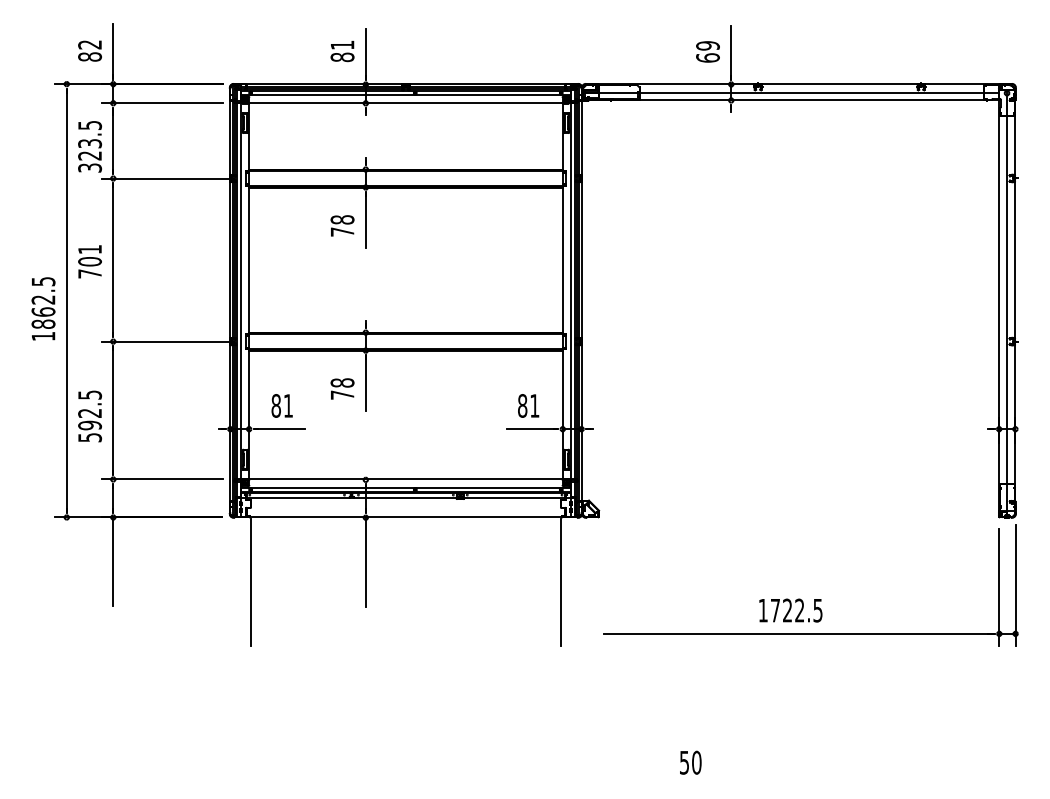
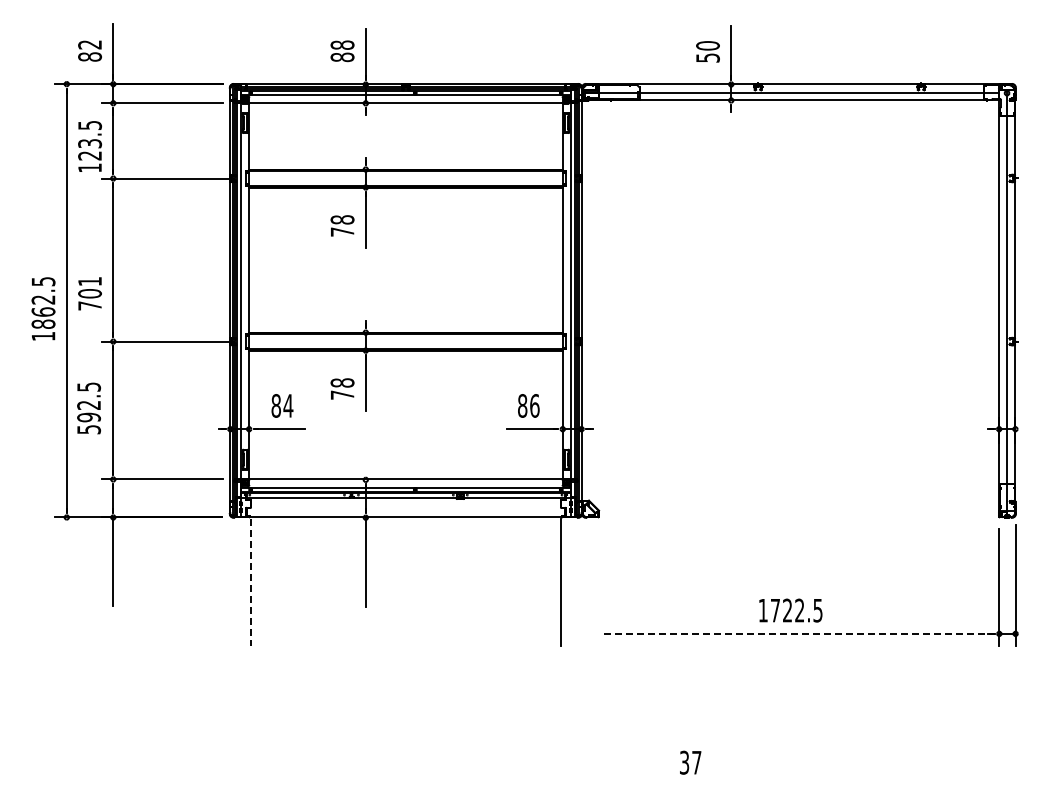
text at (342, 44): 81 -> 88
text at (707, 51): 69 -> 50
text at (90, 167): 323.5 -> 123.5
text at (89, 261) position: (89, 261) -> (89, 293)
text at (288, 405): 81 -> 84
text at (534, 405): 81 -> 86
text at (90, 416) position: (90, 416) -> (89, 408)
line at (251, 582): solid -> dashed
line at (798, 633): solid -> dashed
text at (690, 762): 50 -> 37
